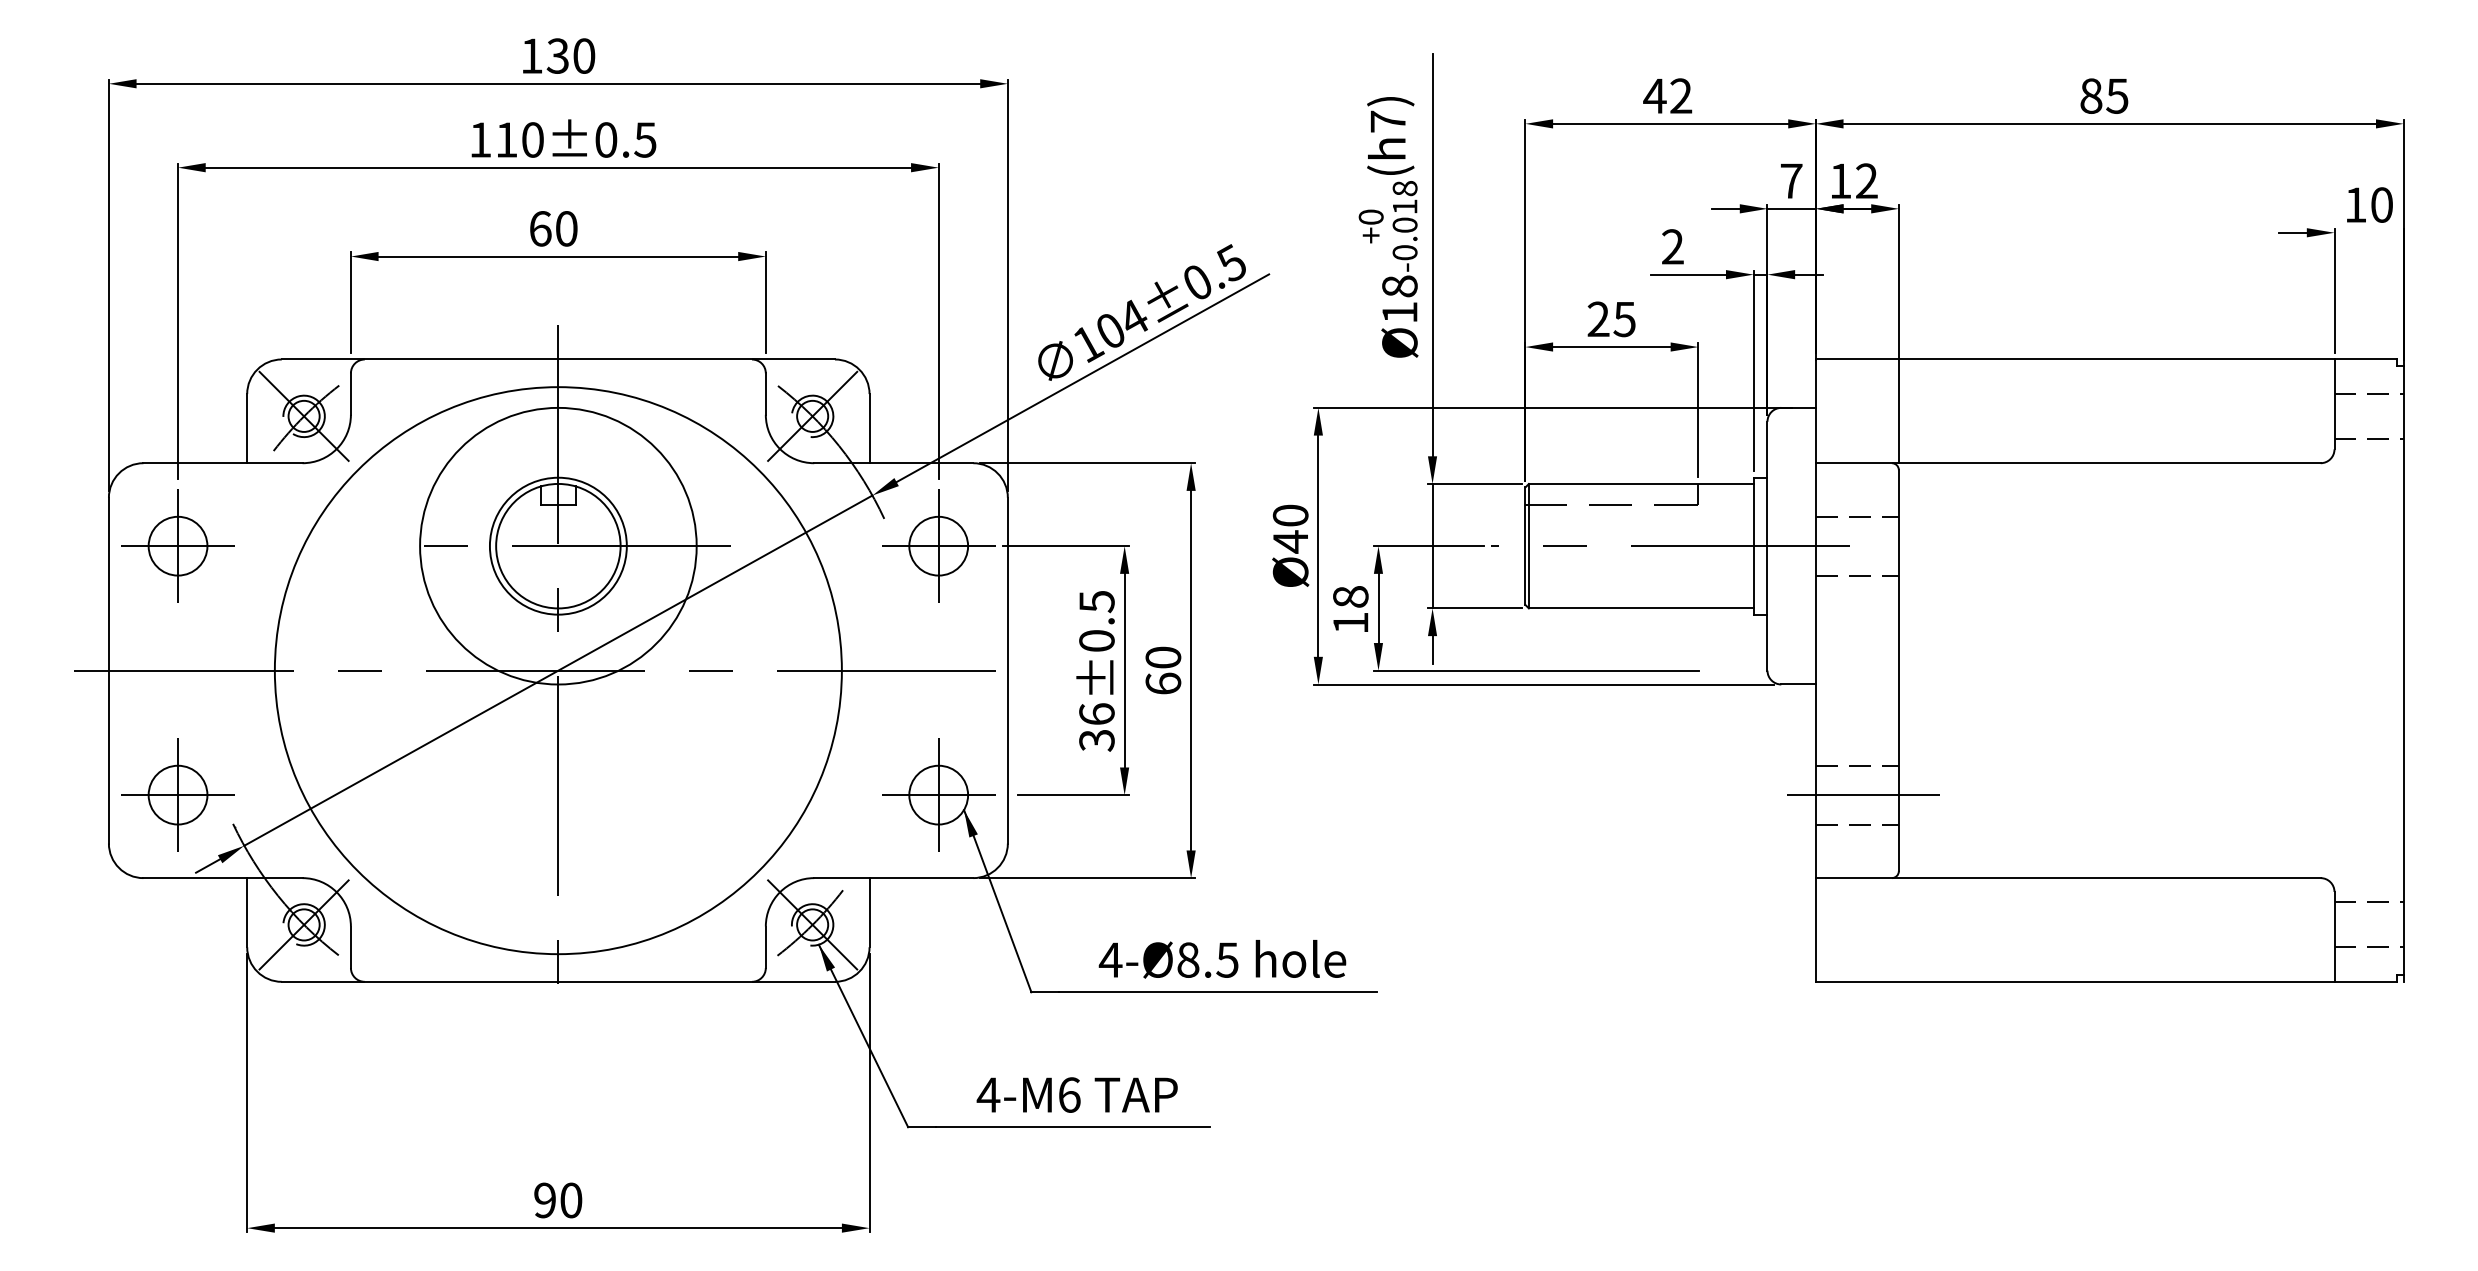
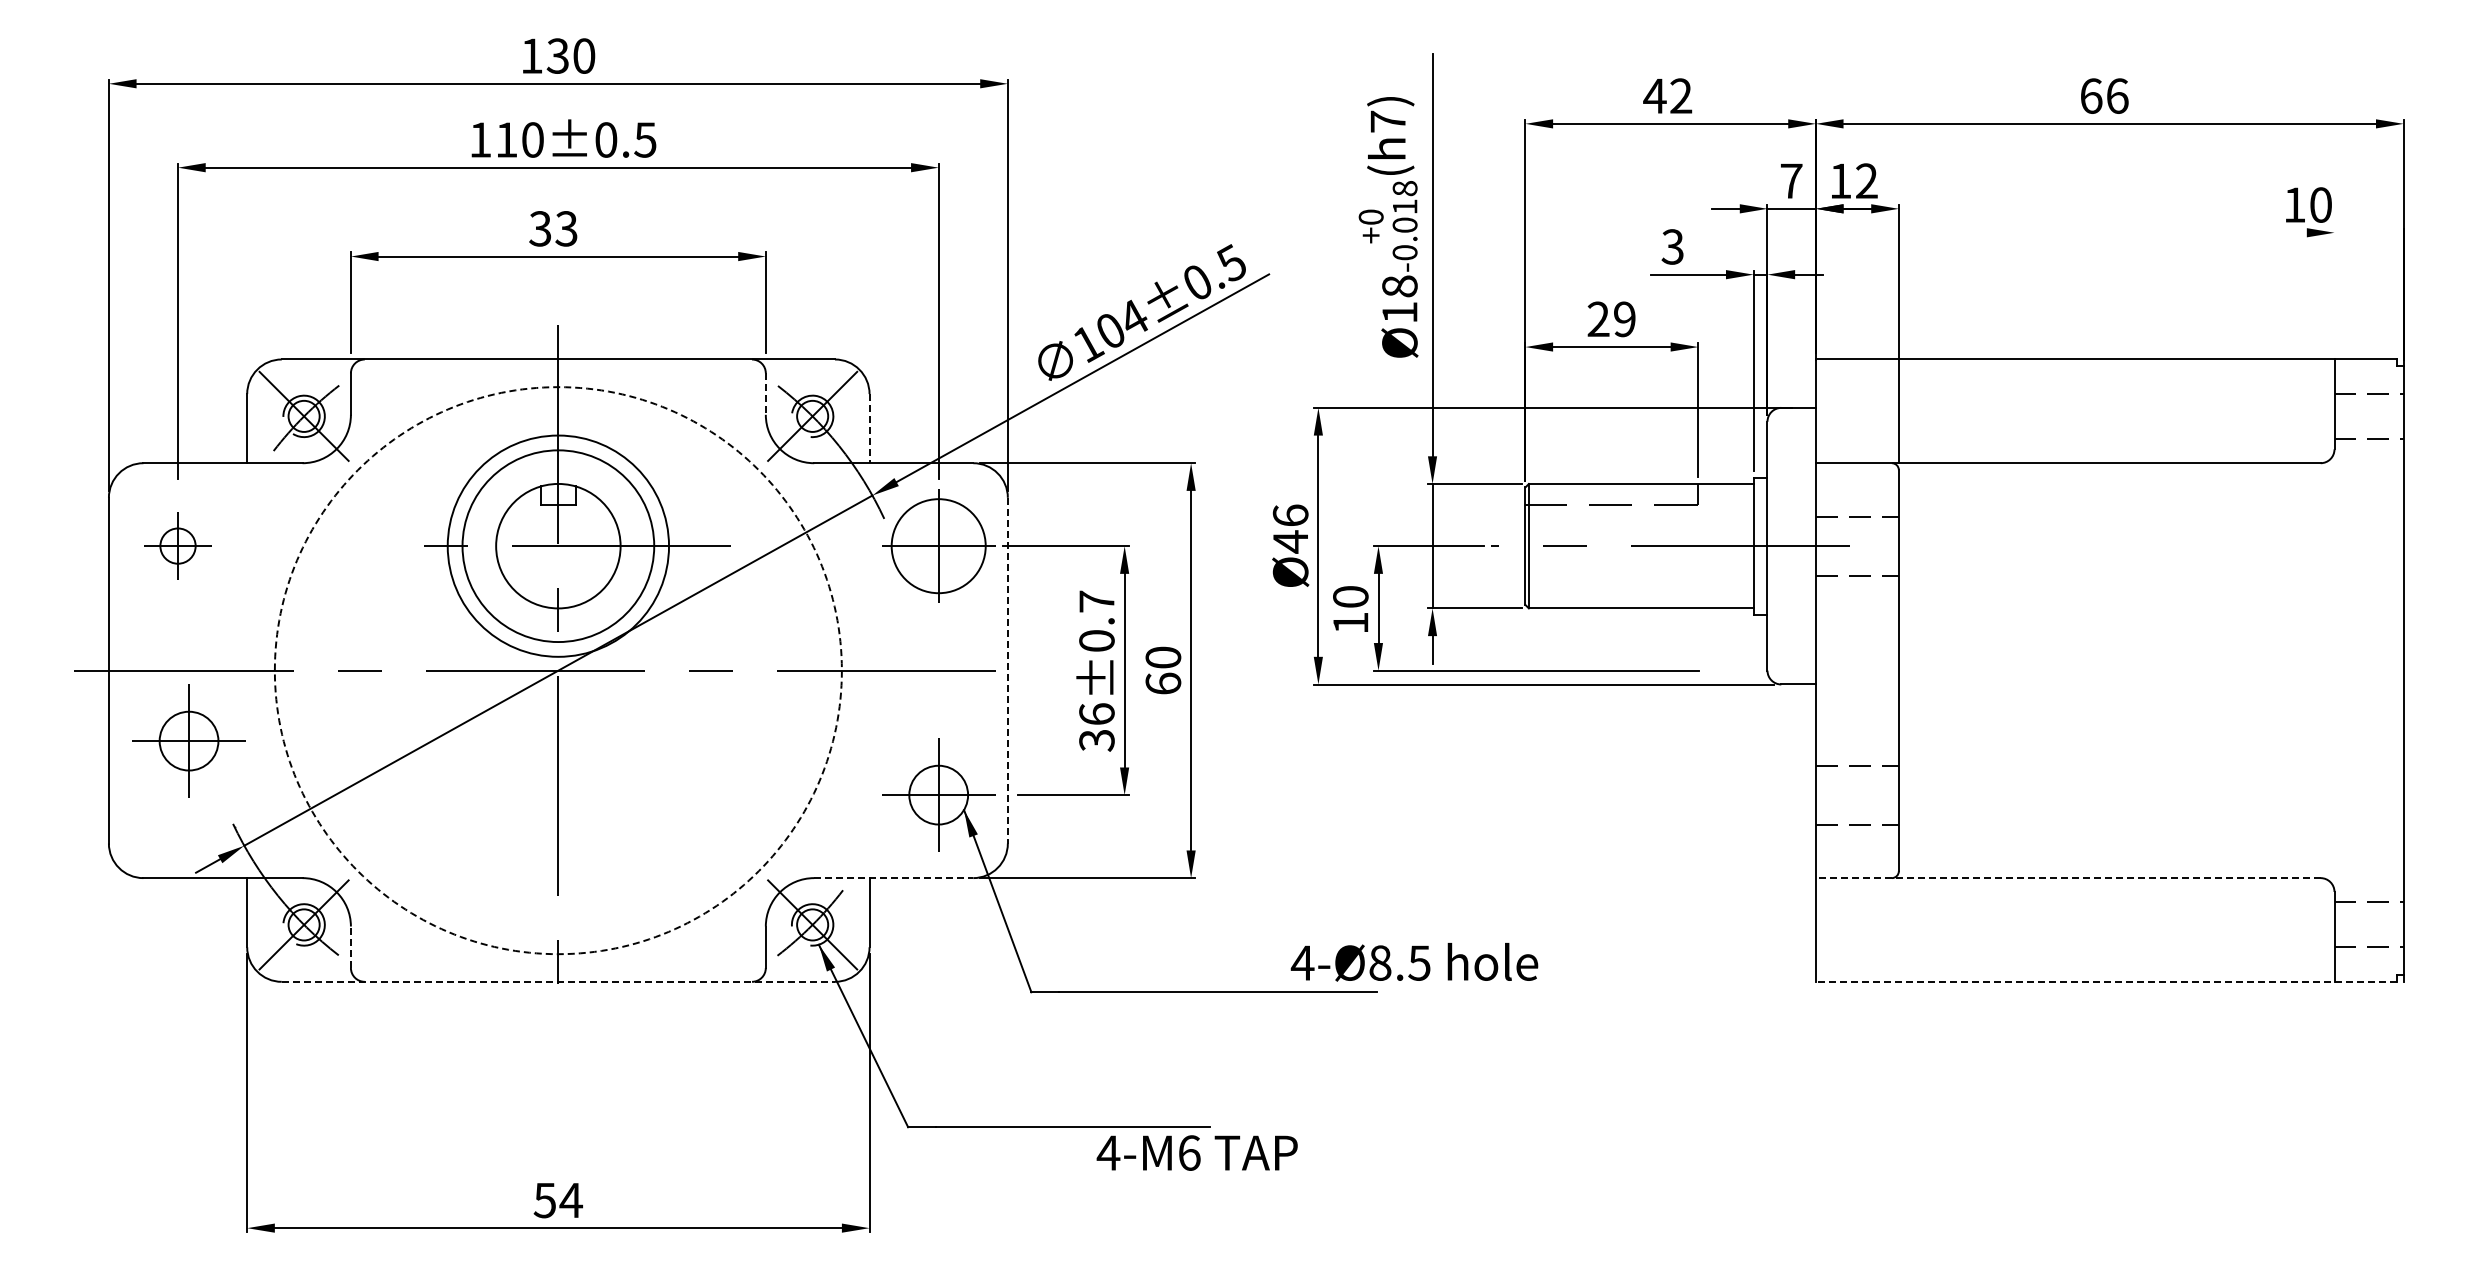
text at (2104, 95): 85 -> 66
text at (2369, 204) position: (2369, 204) -> (2308, 204)
text at (553, 228): 60 -> 33
line at (2292, 232): present -> none
text at (1672, 246): 2 -> 3
line at (2334, 290): present -> none
text at (1624, 319): 25 -> 29
line at (765, 394): solid -> dashed
line at (869, 428): solid -> dashed
text at (1290, 515): Ø40 -> Ø46
part at (177, 545) size: 114x114 px -> 68x68 px
circle at (557, 545) diameter: 137 px -> 192 px
circle at (558, 545) diameter: 277 px -> 221 px
circle at (938, 545) diameter: 59 px -> 94 px
text at (1350, 596): 18 -> 10
text at (1096, 601): ±0.5 -> ±0.7
circle at (557, 670): solid -> dashed
line at (1007, 670): solid -> dashed
part at (177, 794) position: (177, 794) -> (188, 740)
line at (1863, 795): present -> none
line at (893, 878): solid -> dashed
line at (2067, 878): solid -> dashed
line at (350, 947): solid -> dashed
text at (1222, 959) position: (1222, 959) -> (1414, 962)
line at (558, 981): solid -> dashed
line at (2105, 981): solid -> dashed
text at (1076, 1094) position: (1076, 1094) -> (1196, 1152)
text at (558, 1200): 90 -> 54
